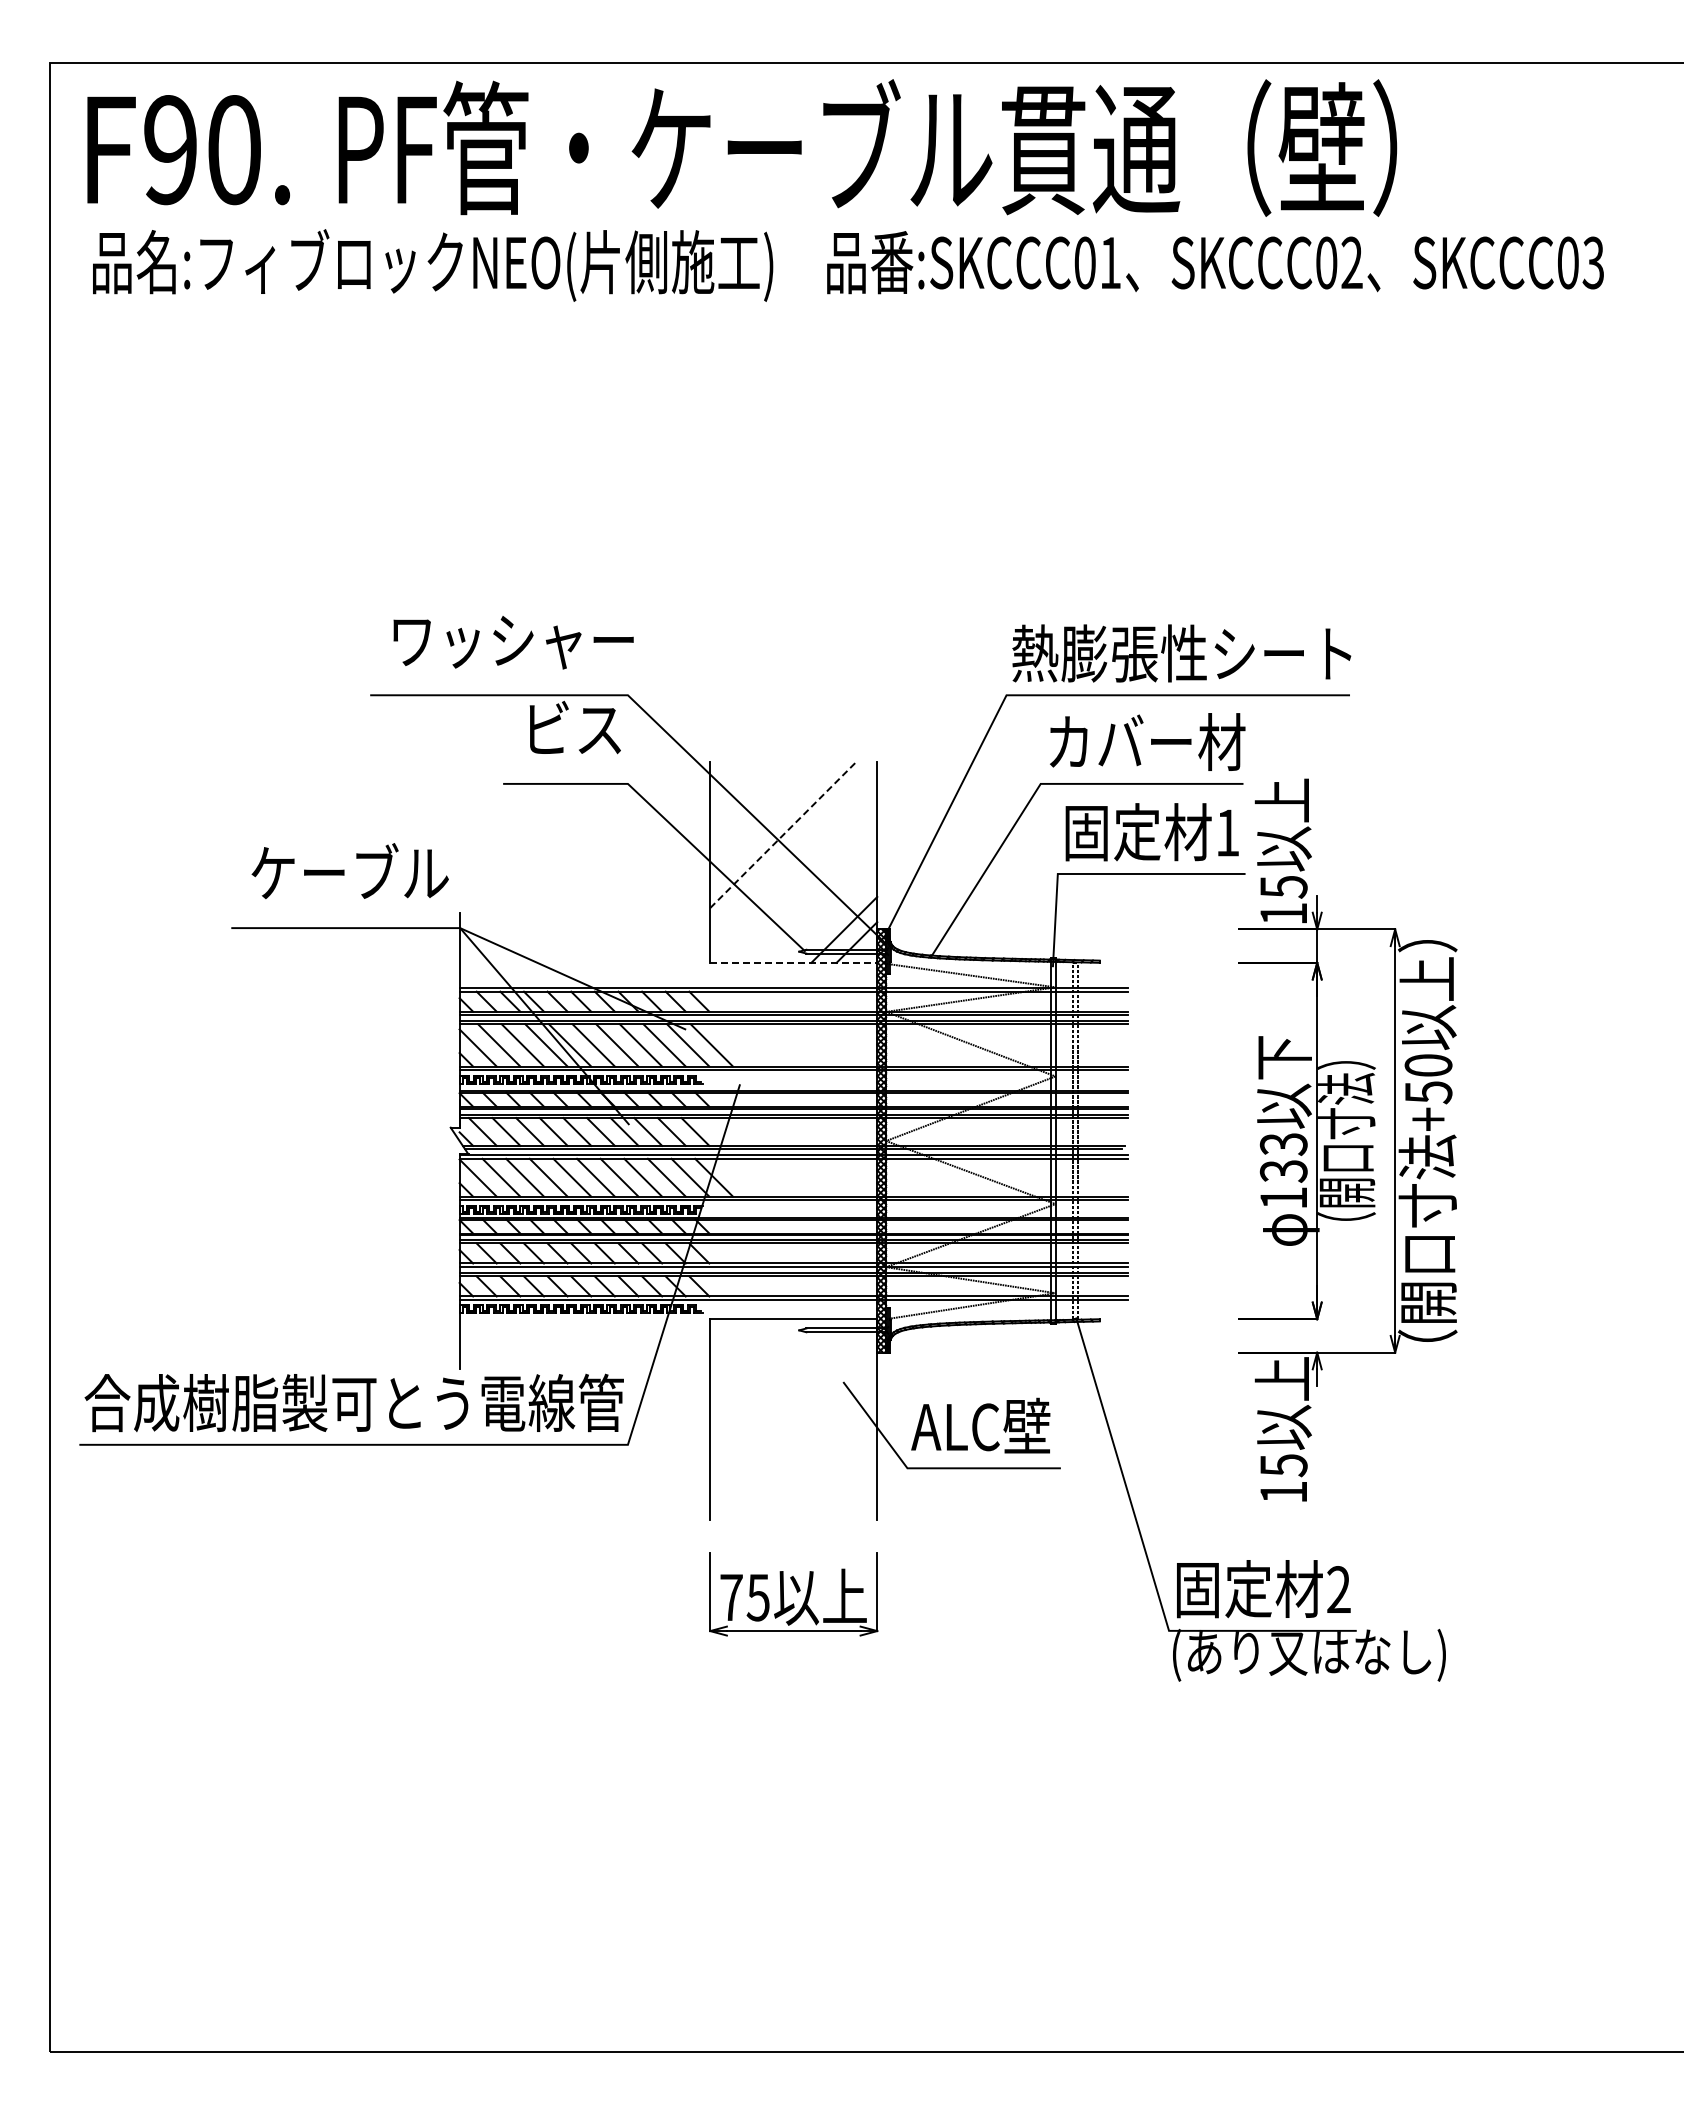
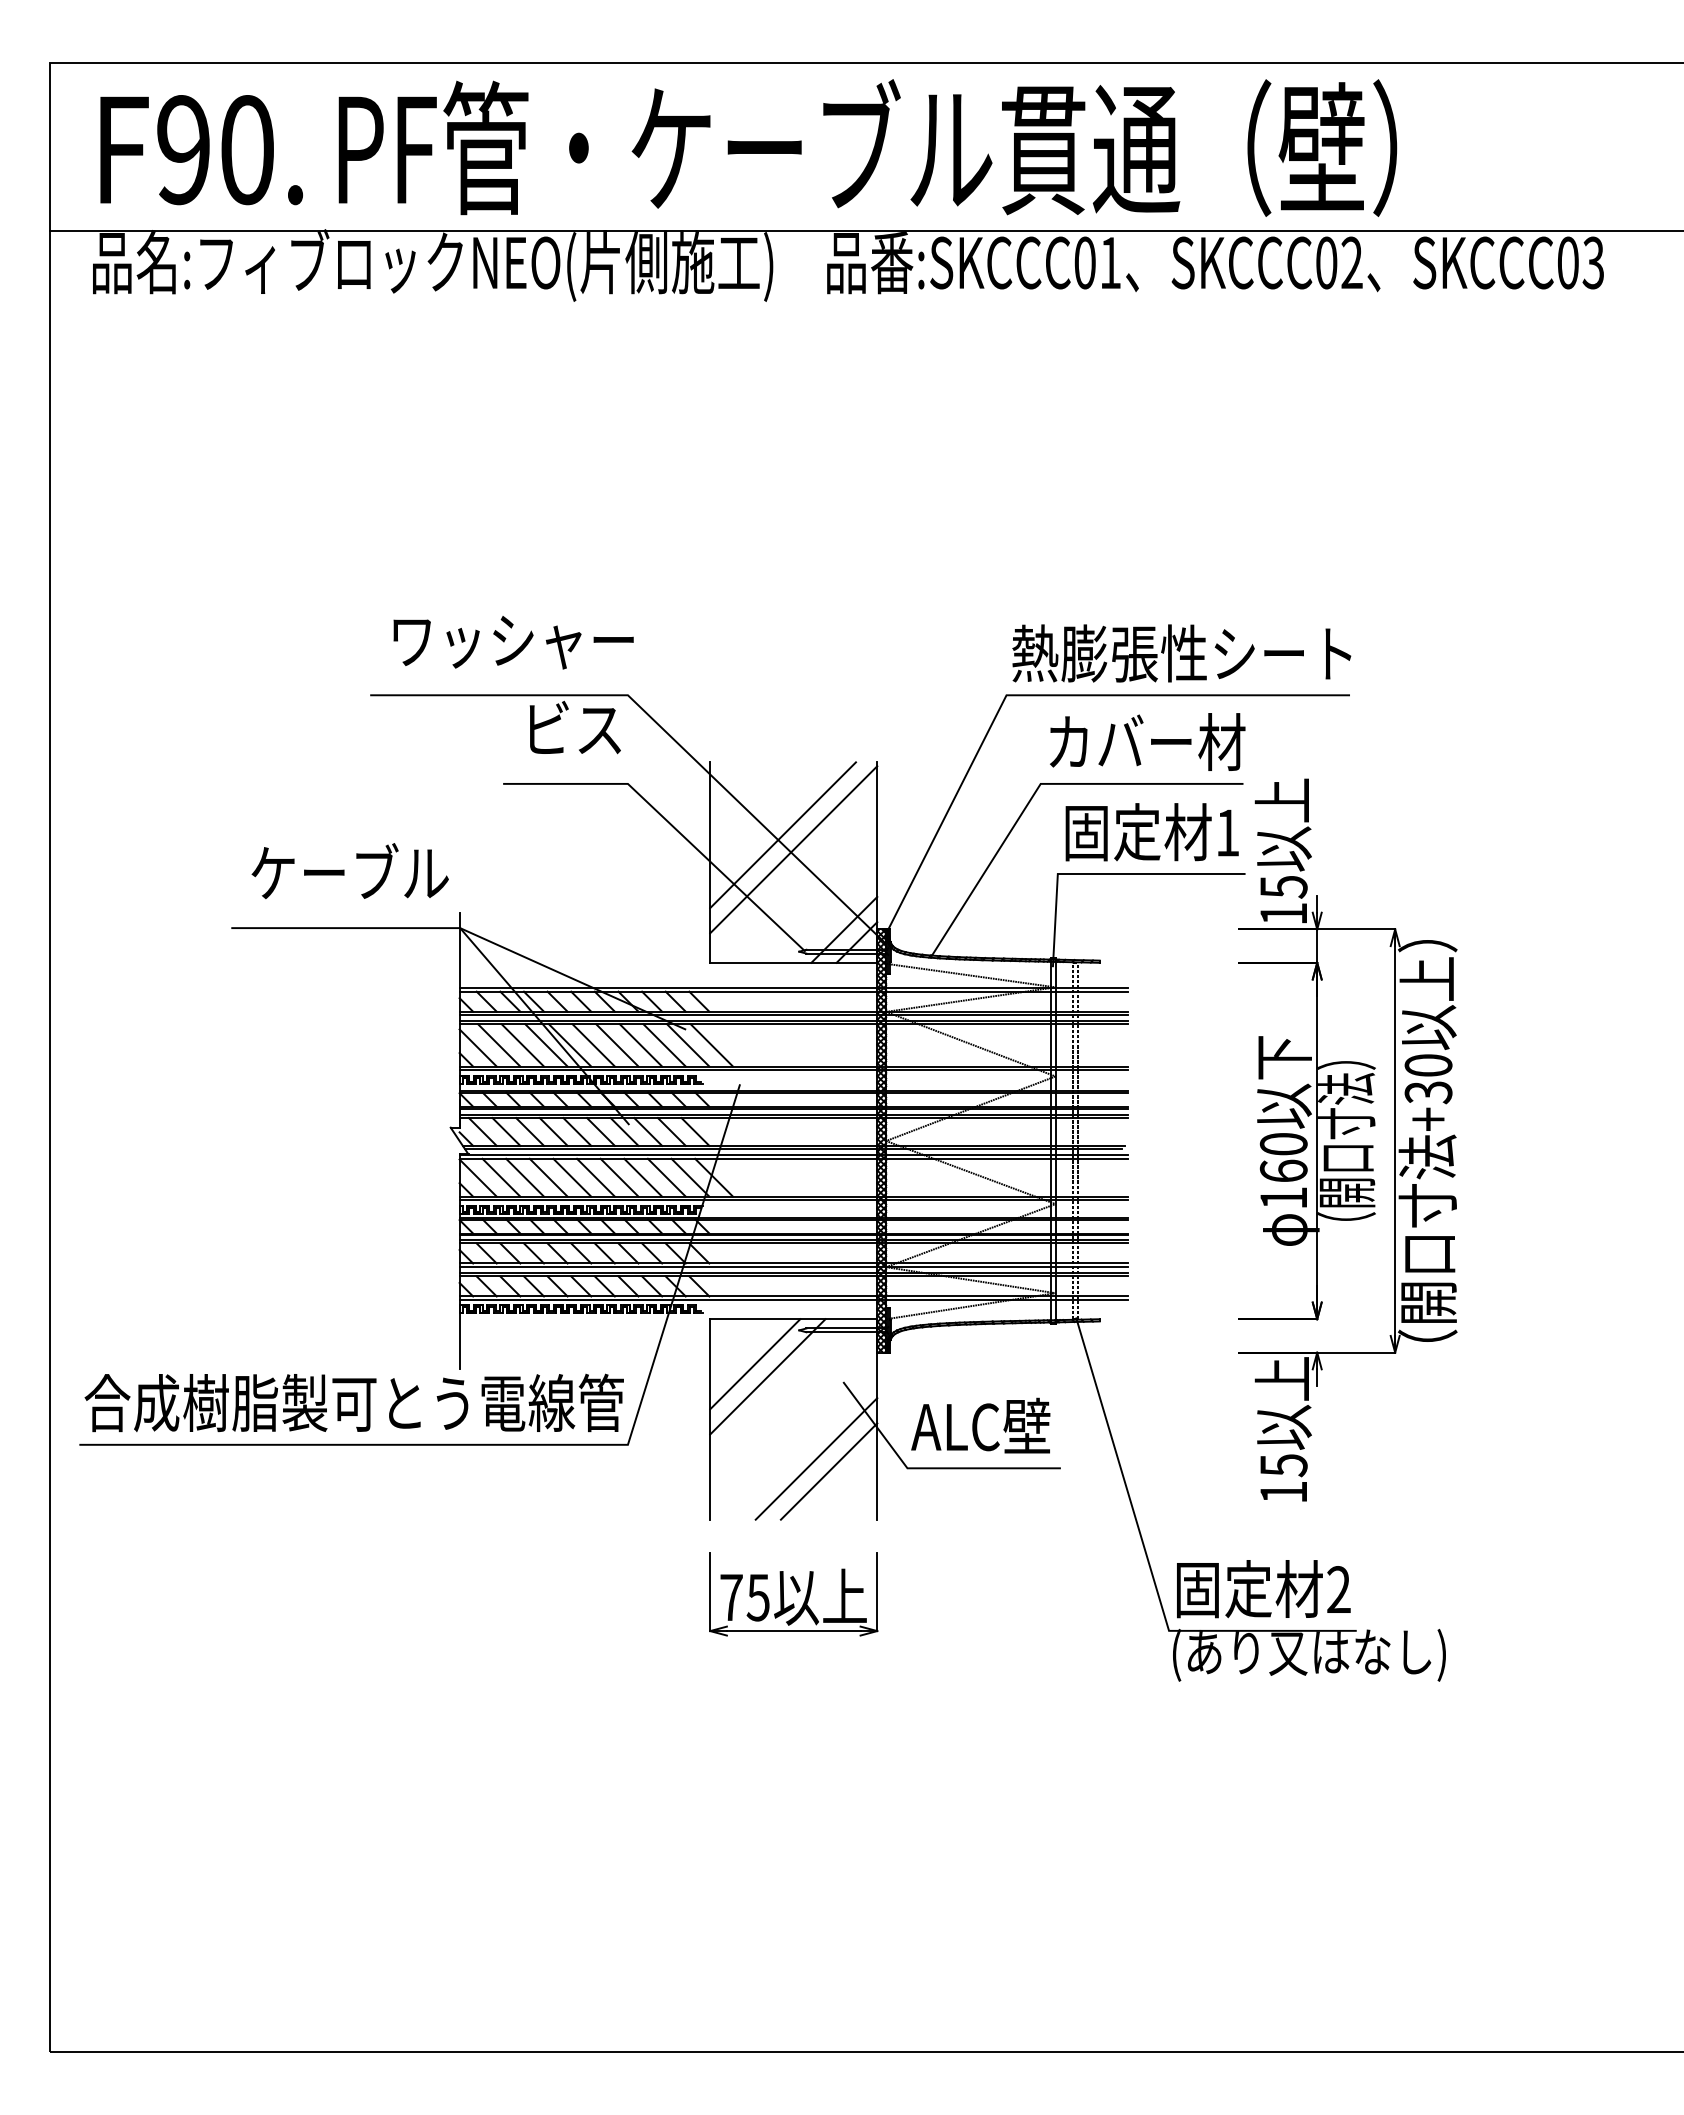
text at (188, 150) position: (188, 150) -> (201, 150)
line at (865, 230): none -> present
line at (783, 834): dashed -> solid
line at (793, 849): none -> present
line at (793, 962): dashed -> solid
text at (1427, 1092): +50 -> +30
text at (1283, 1157): 133 -> 160
line at (755, 1364): none -> present
line at (767, 1376): none -> present
line at (816, 1458): none -> present
line at (828, 1471): none -> present
